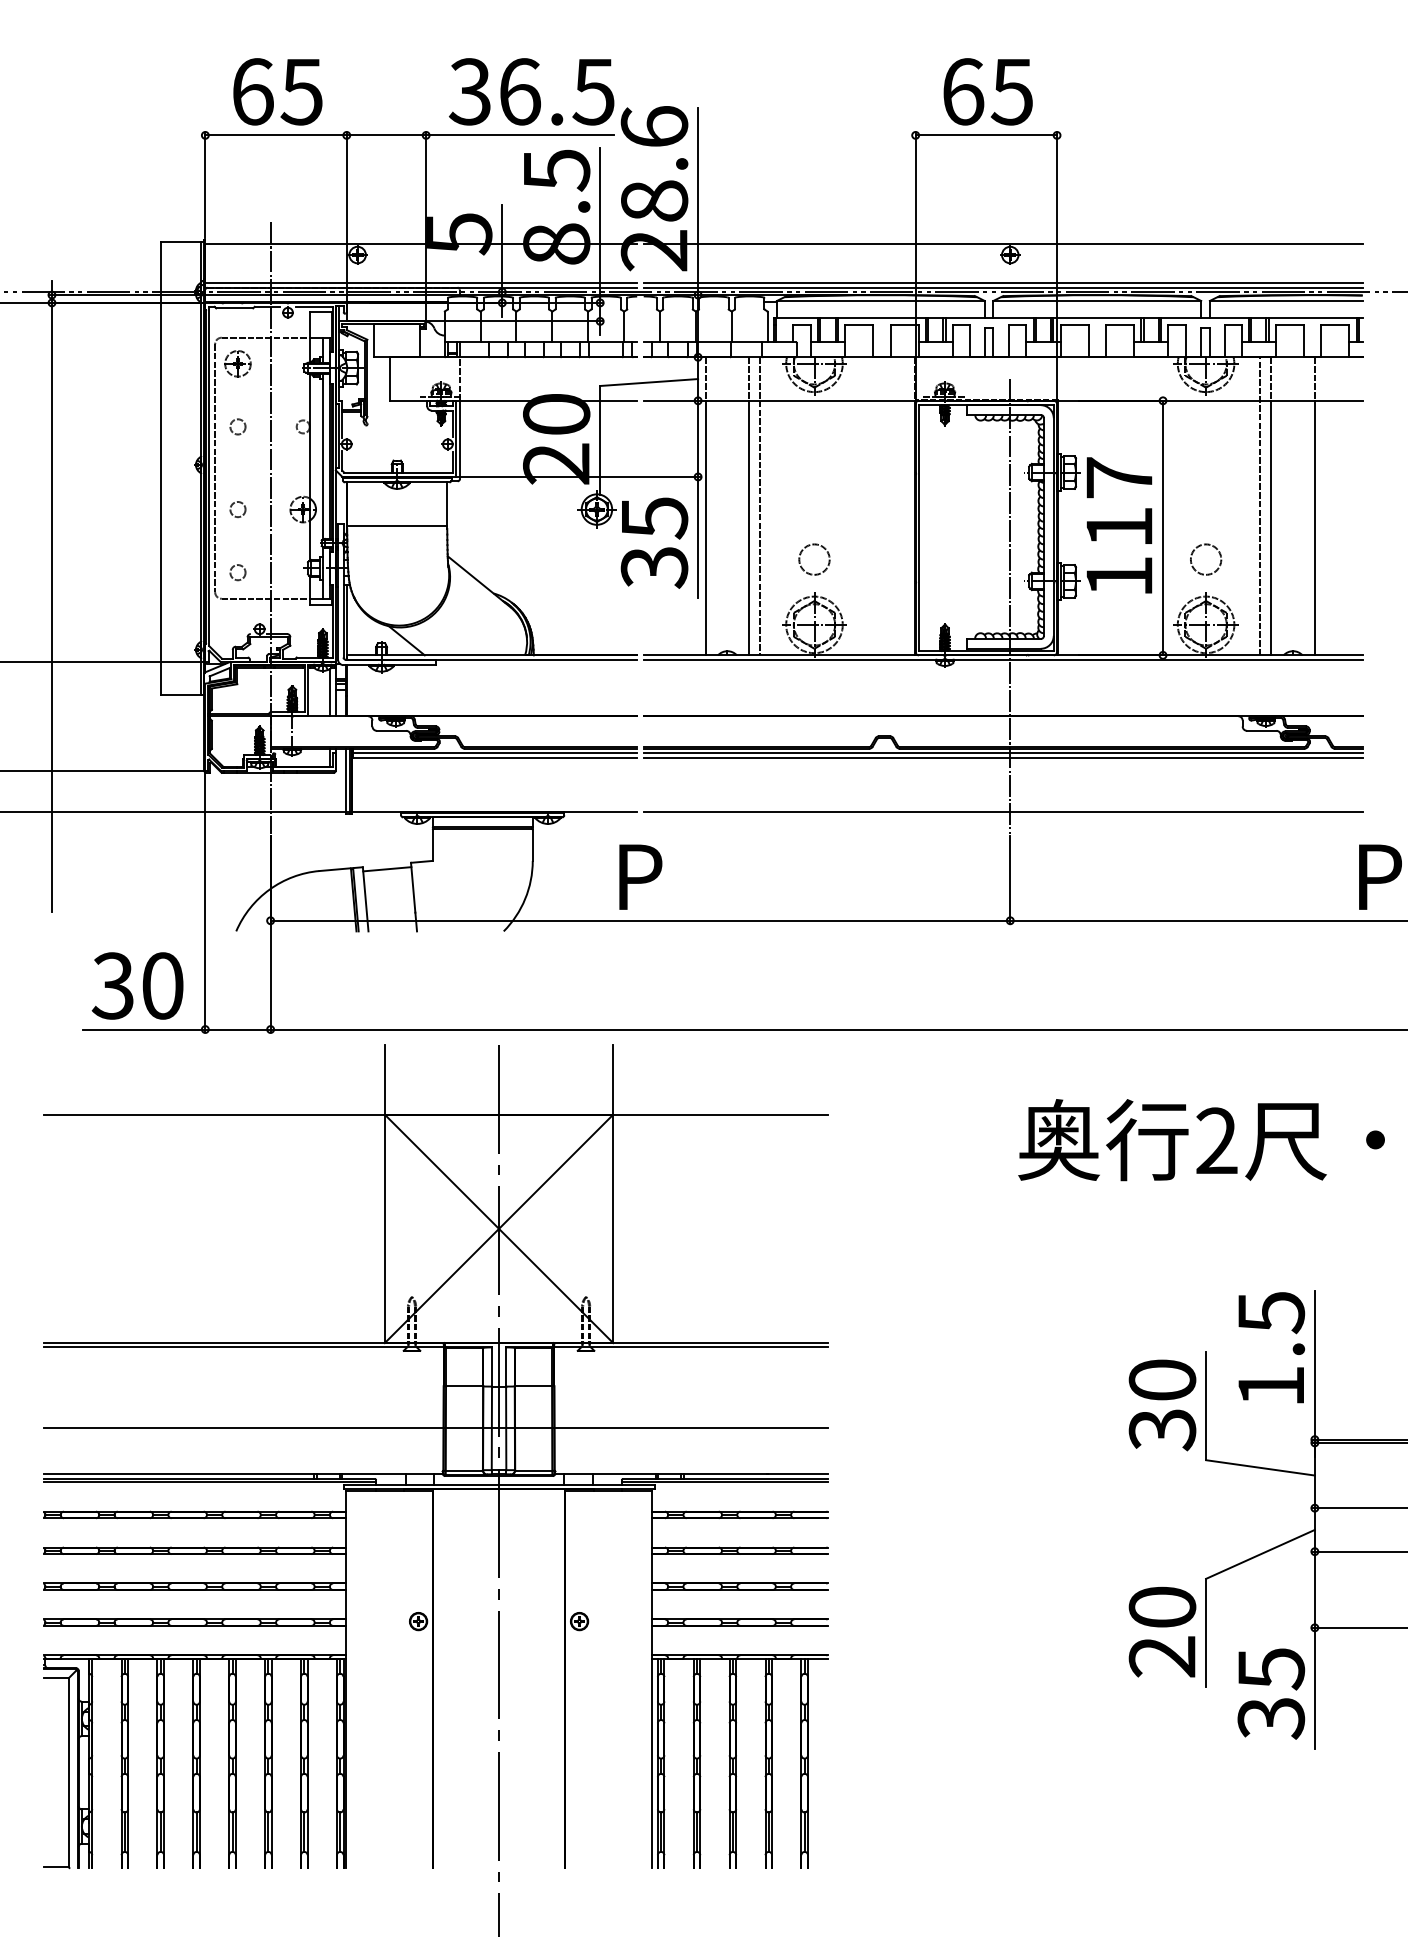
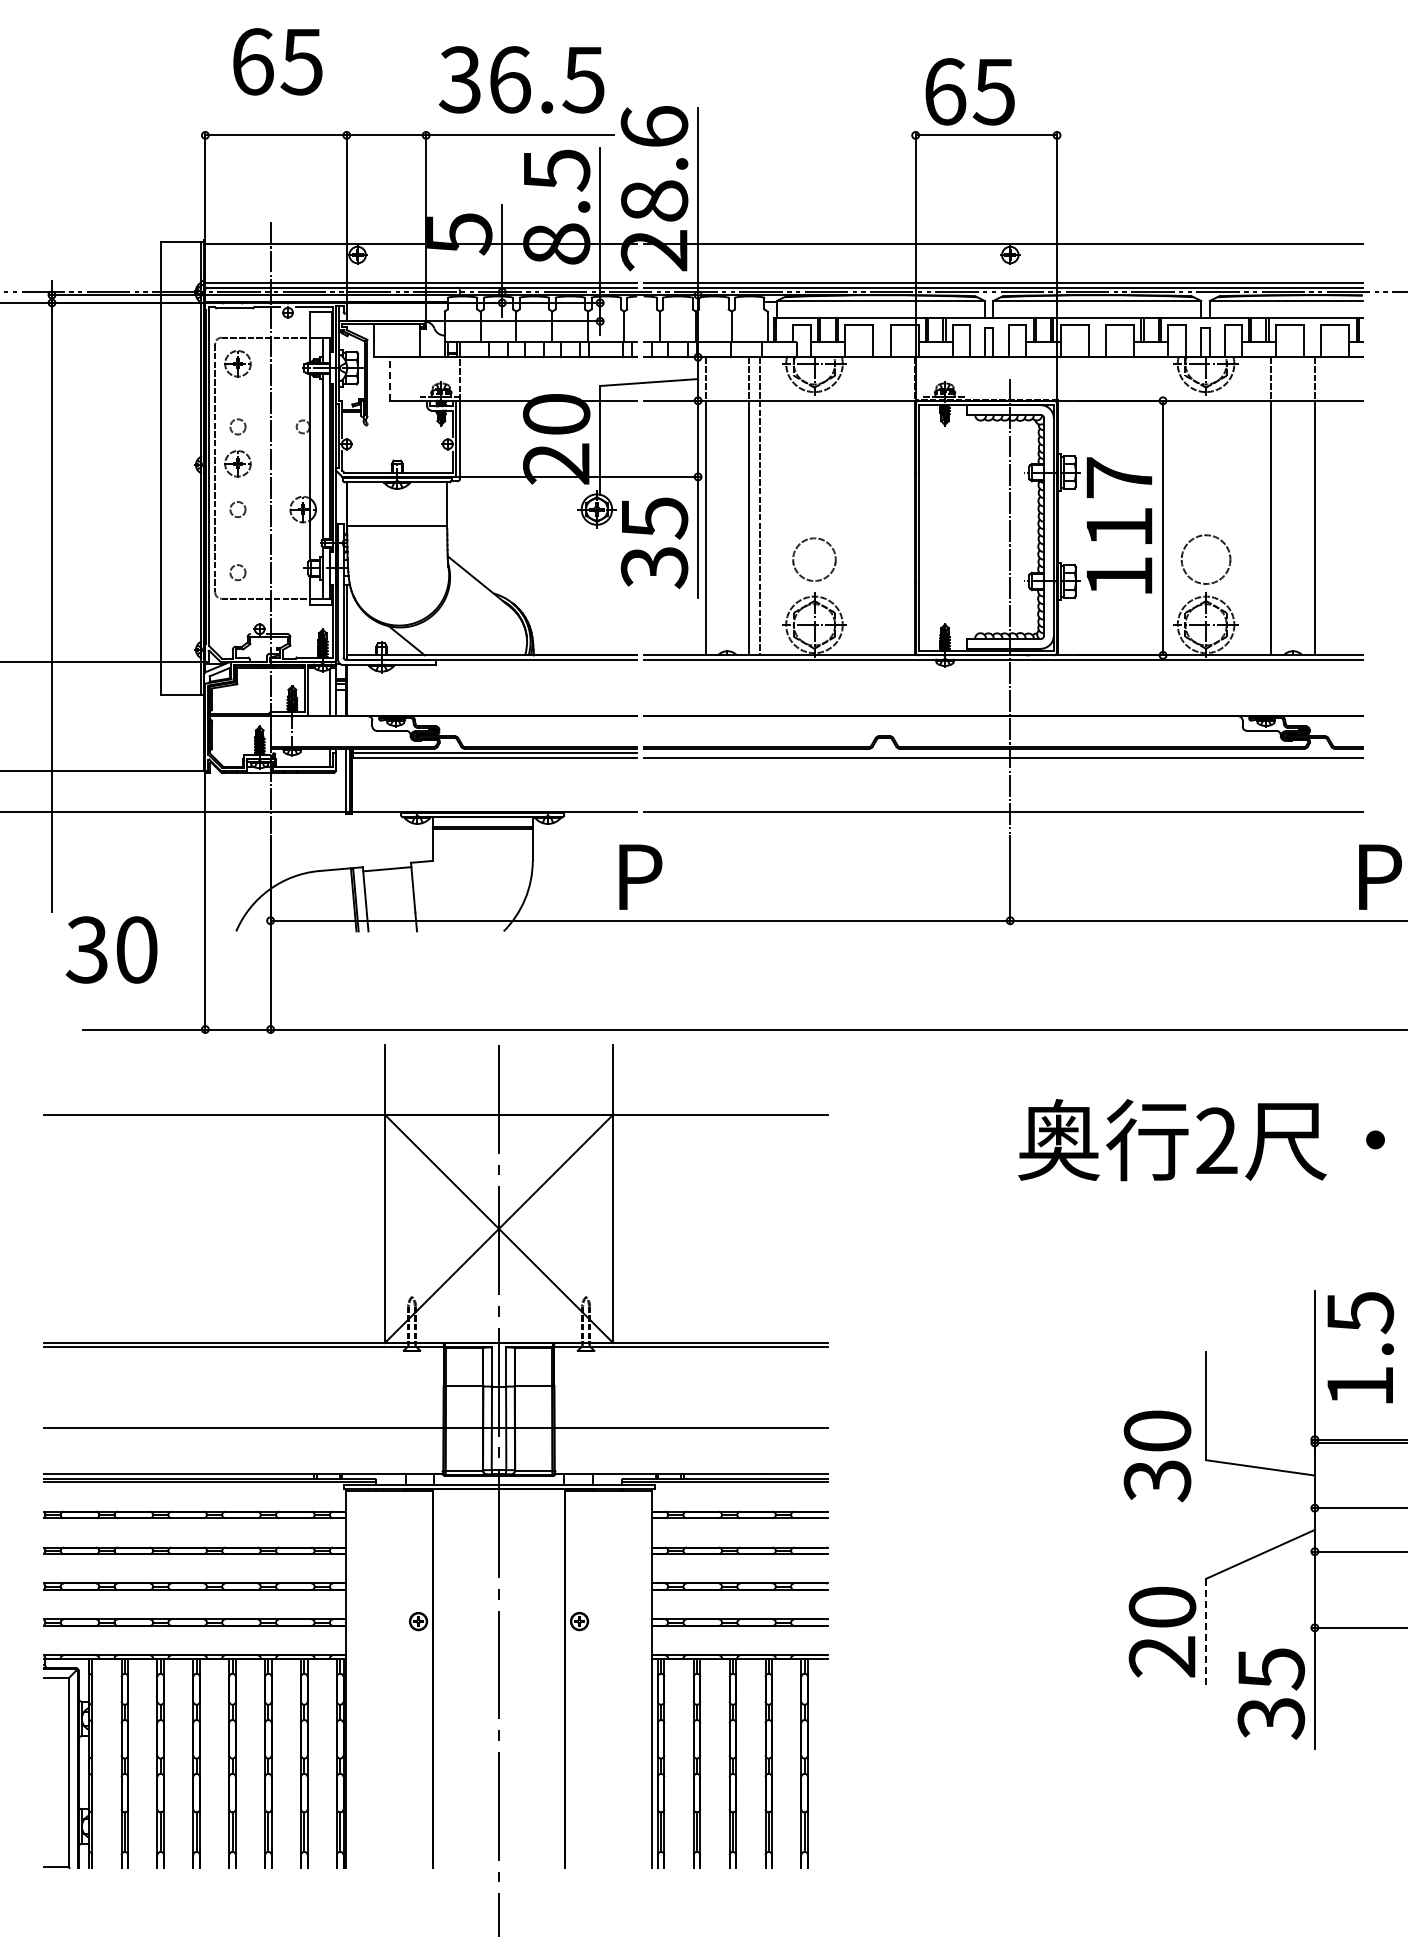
text at (277, 91) position: (277, 91) -> (277, 61)
text at (531, 91) position: (531, 91) -> (521, 79)
text at (987, 91) position: (987, 91) -> (969, 91)
line at (390, 379): solid -> dashed
part at (237, 463): none -> present
line at (1260, 506): present -> none
circle at (814, 559) size: 33x33 px -> 45x45 px
circle at (1205, 559) diameter: 30 px -> 49 px
line at (1002, 753): present -> none
text at (137, 985) position: (137, 985) -> (111, 949)
text at (1271, 1347) position: (1271, 1347) -> (1360, 1347)
text at (1162, 1405) position: (1162, 1405) -> (1157, 1456)
line at (1206, 1633): solid -> dashed
